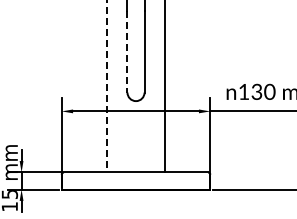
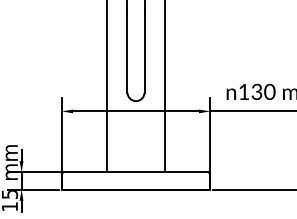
line at (127, 51): dashed -> solid
line at (107, 86): dashed -> solid
